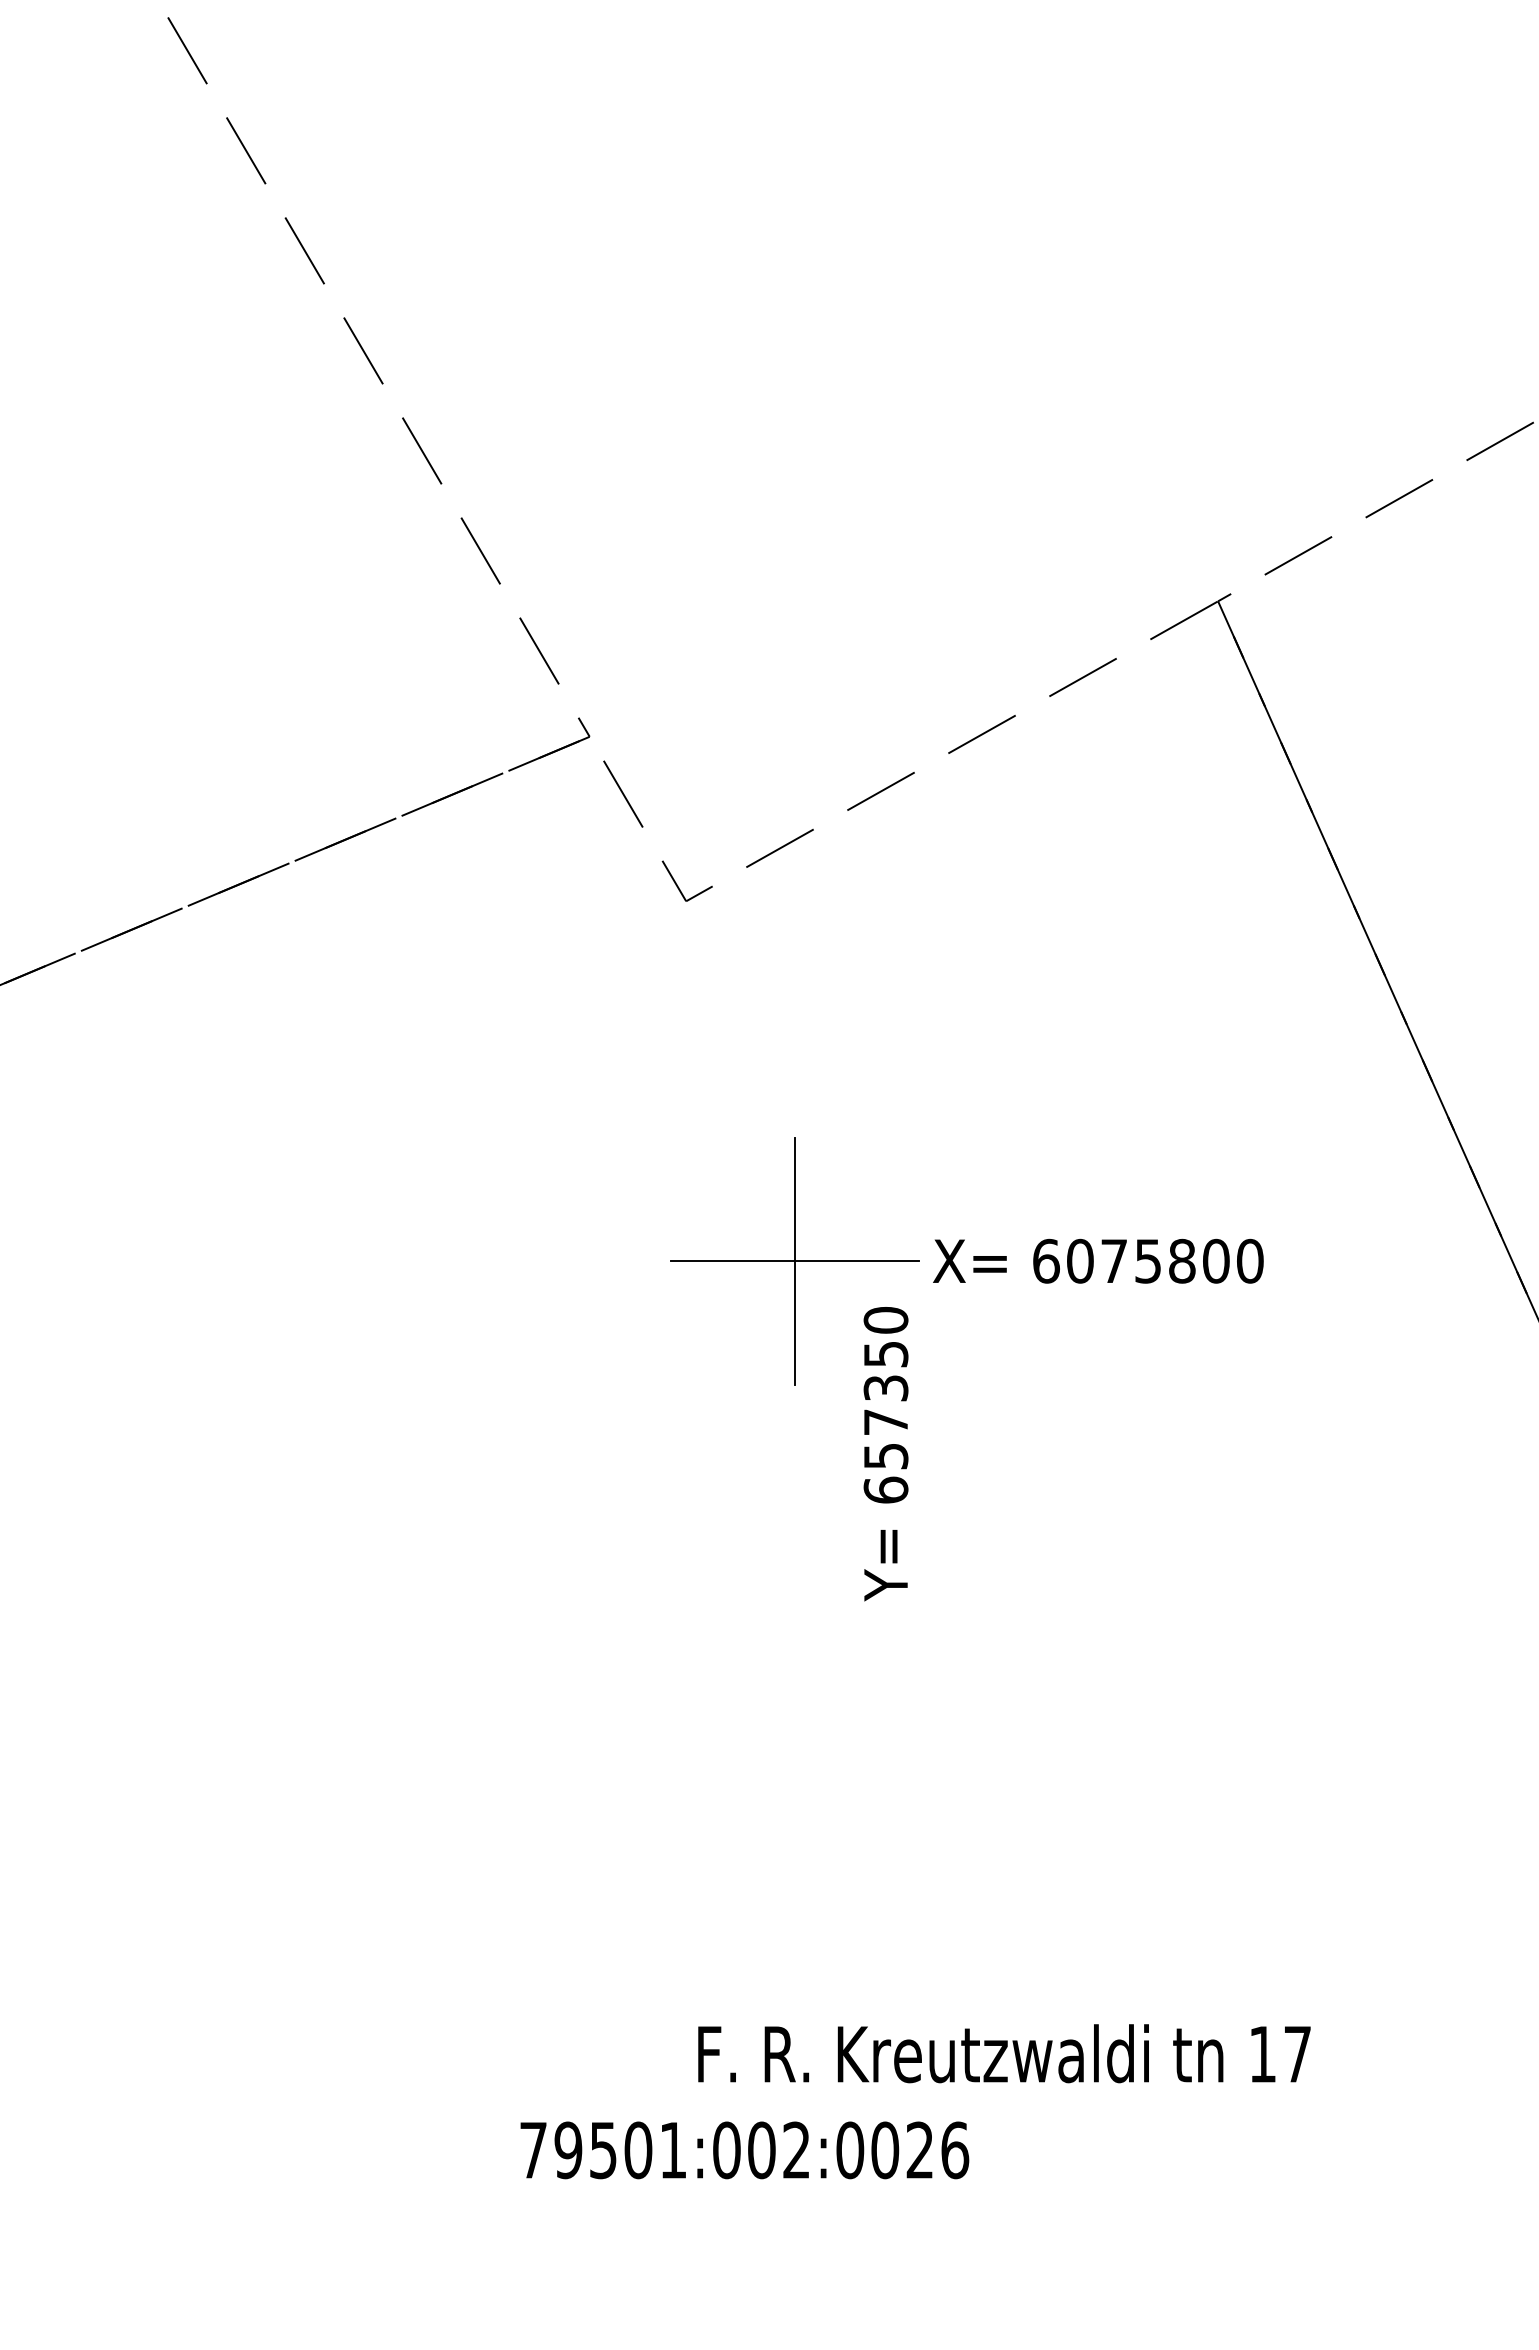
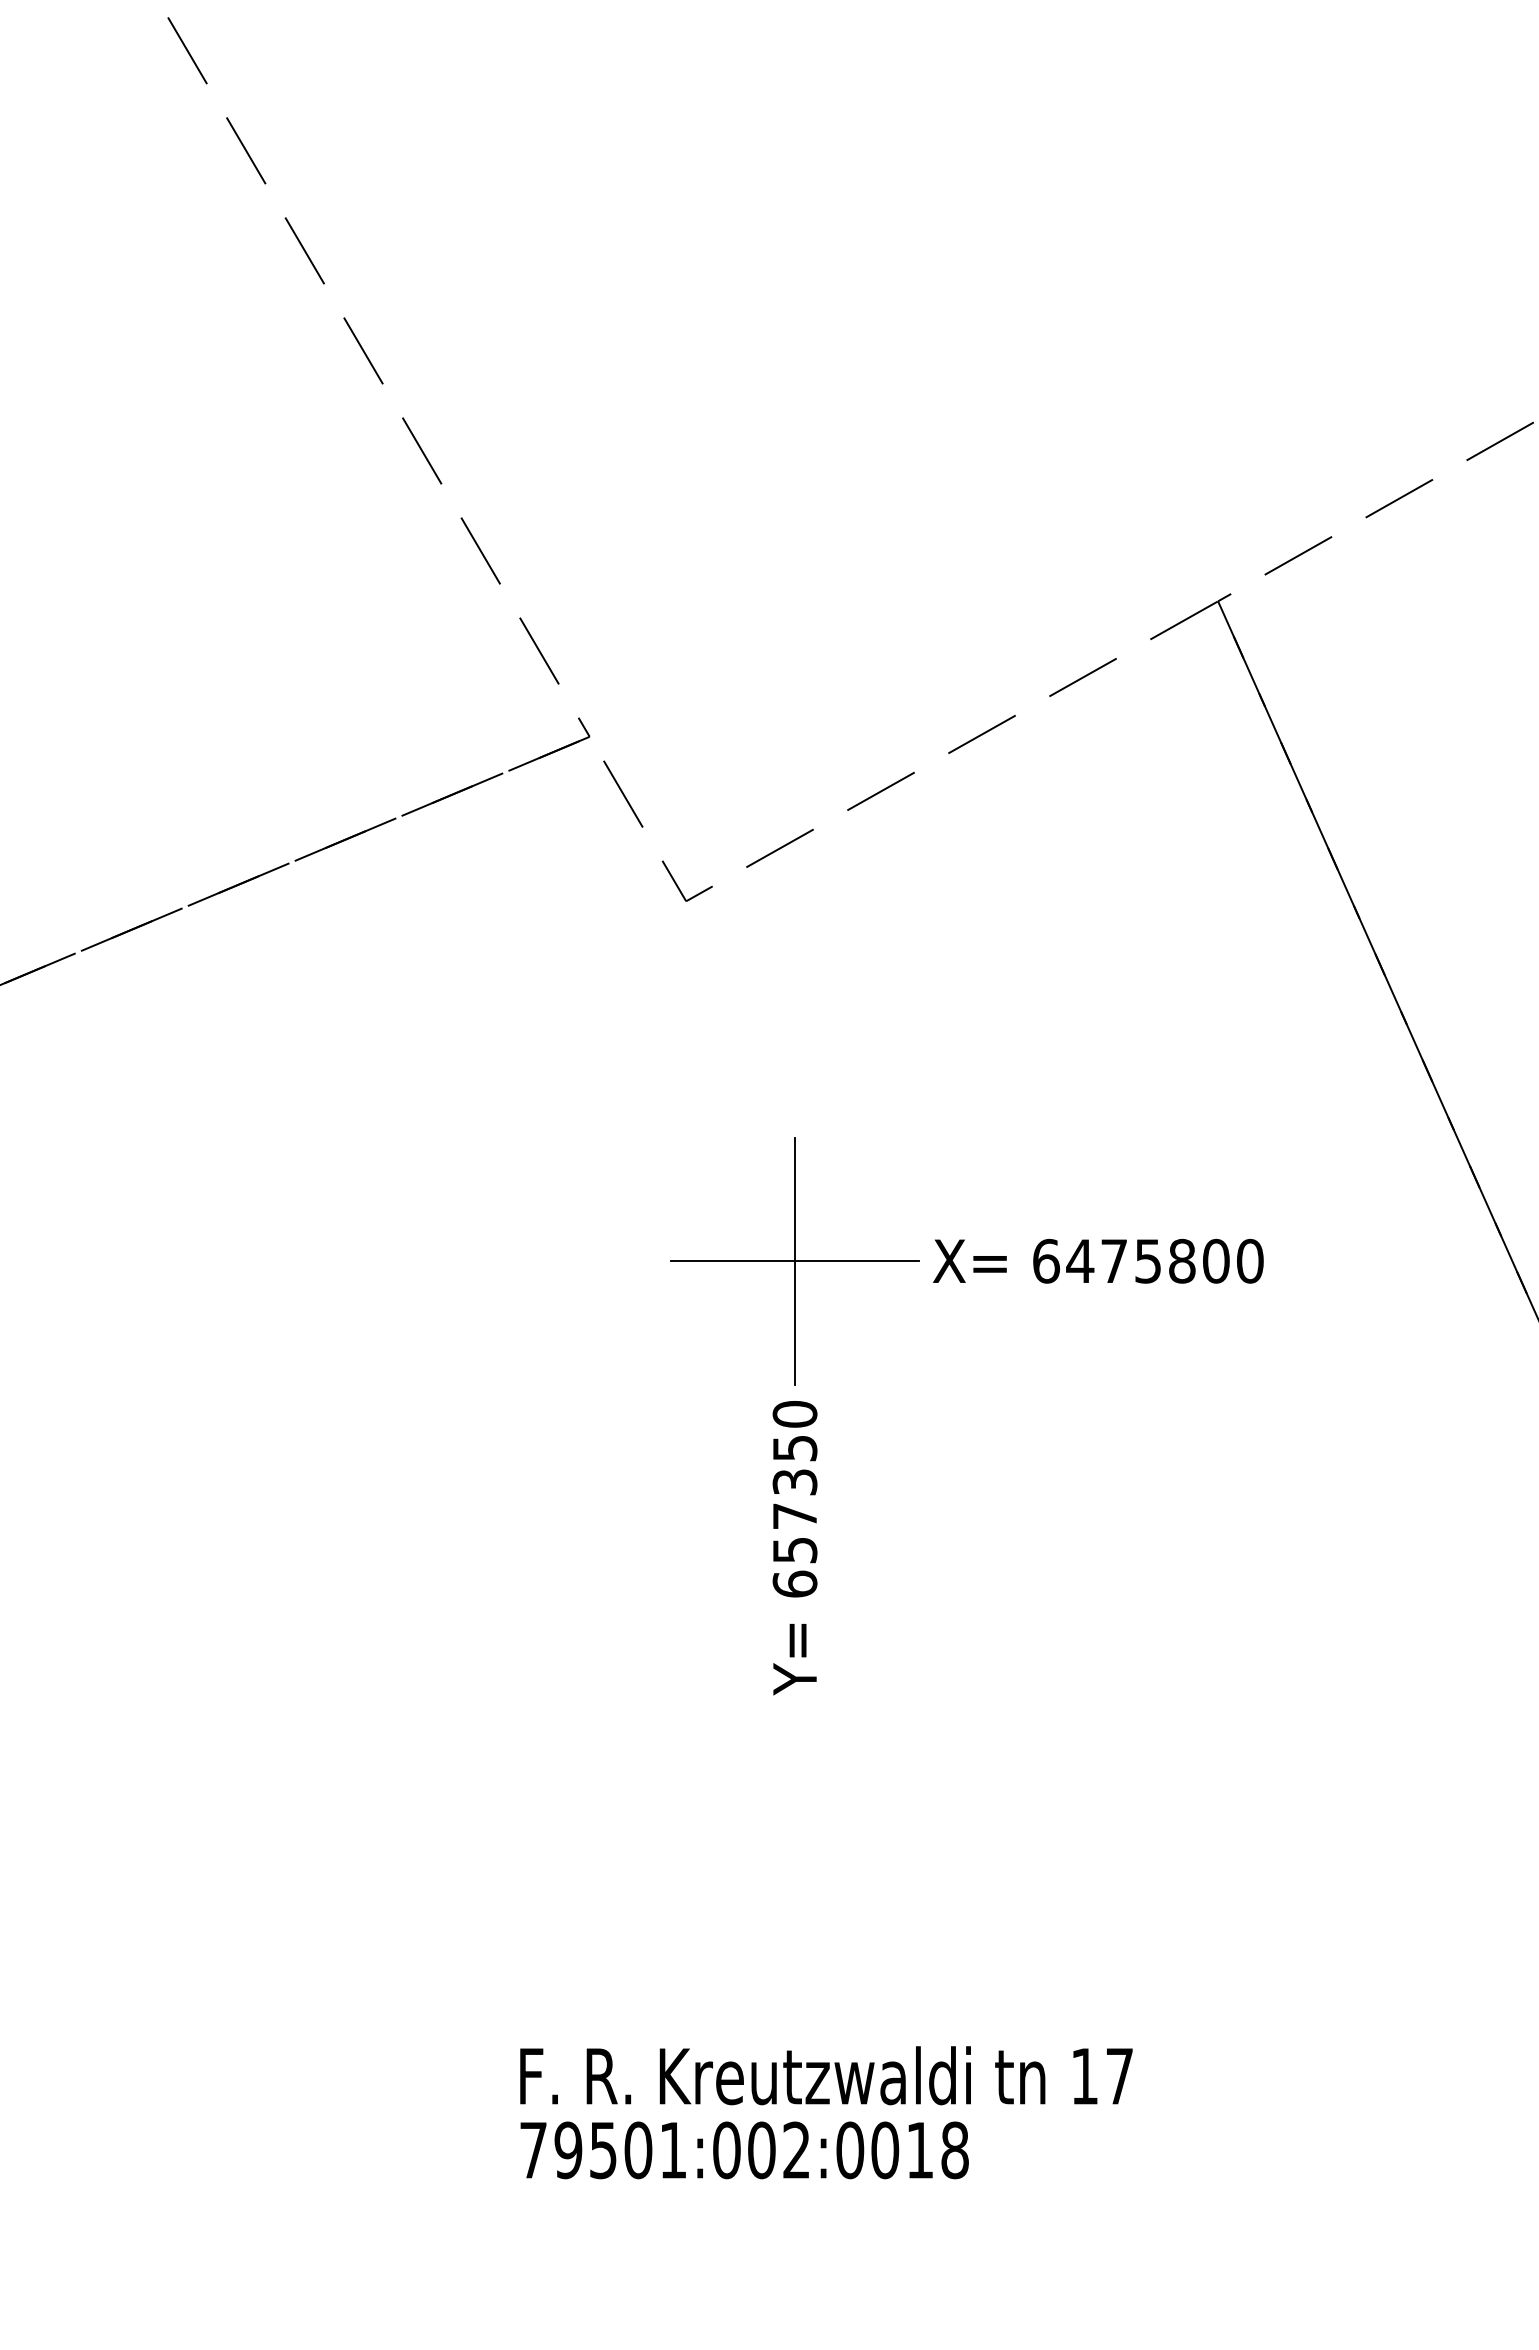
text at (1080, 1260): 6075800 -> 6475800
text at (885, 1454) position: (885, 1454) -> (794, 1548)
text at (1004, 2053) position: (1004, 2053) -> (826, 2075)
text at (937, 2150): 79501:002:0026 -> 79501:002:0018
